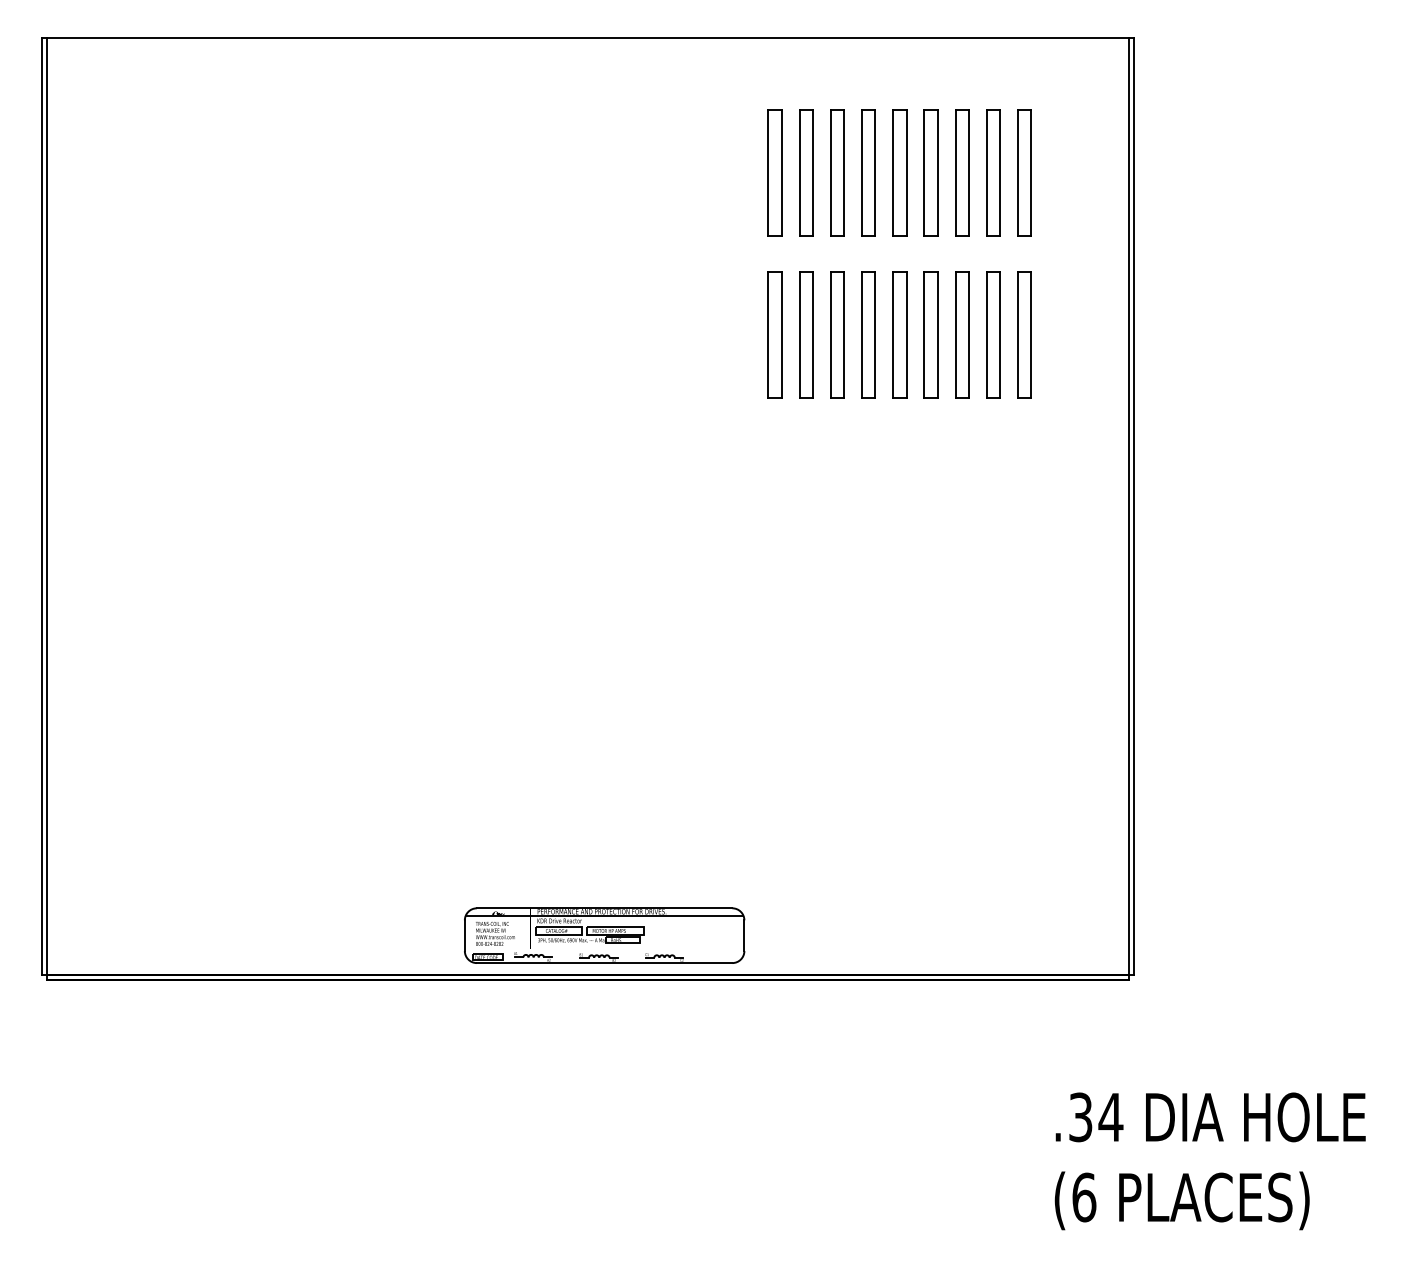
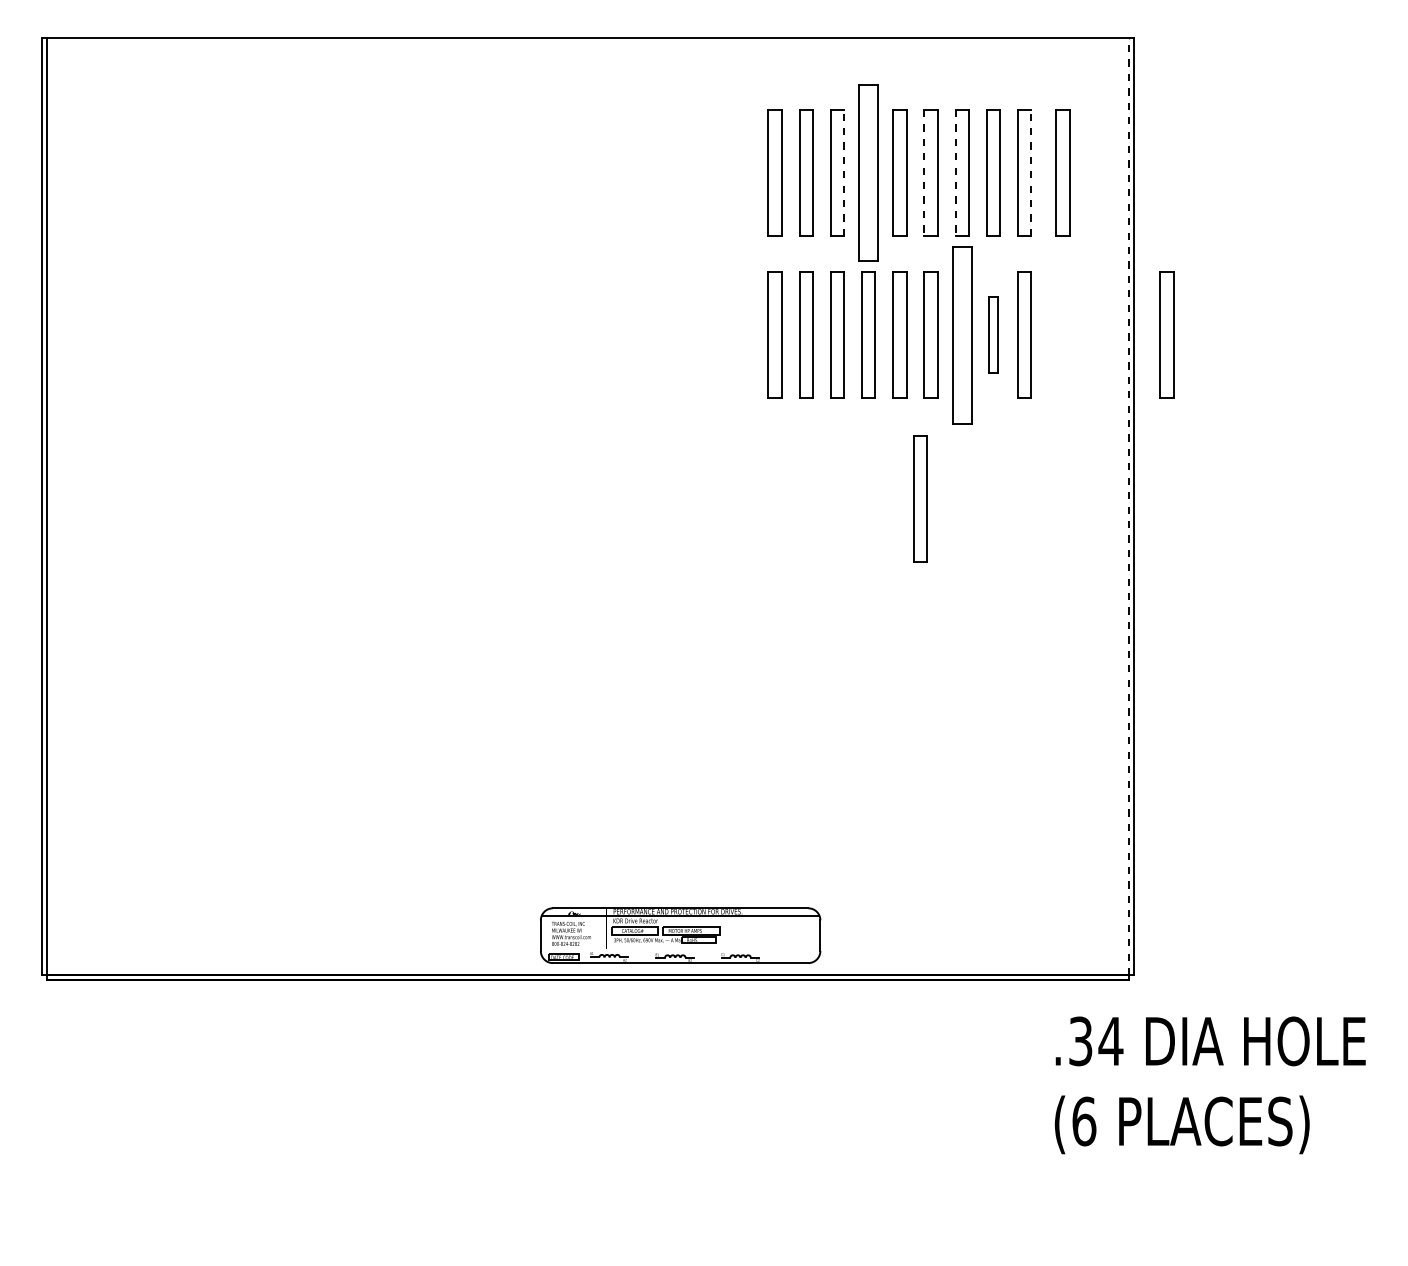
line at (844, 172): solid -> dashed
part at (868, 172) size: 15x128 px -> 21x178 px
line at (1031, 172): solid -> dashed
part at (1062, 172): none -> present
line at (924, 173): solid -> dashed
line at (955, 173): solid -> dashed
part at (962, 334) size: 15x128 px -> 21x179 px
part at (993, 334) size: 15x128 px -> 11x78 px
part at (1166, 334): none -> present
part at (920, 498): none -> present
line at (1128, 506): solid -> dashed
part at (604, 935) position: (604, 935) -> (680, 935)
text at (1209, 1161) position: (1209, 1161) -> (1209, 1085)
